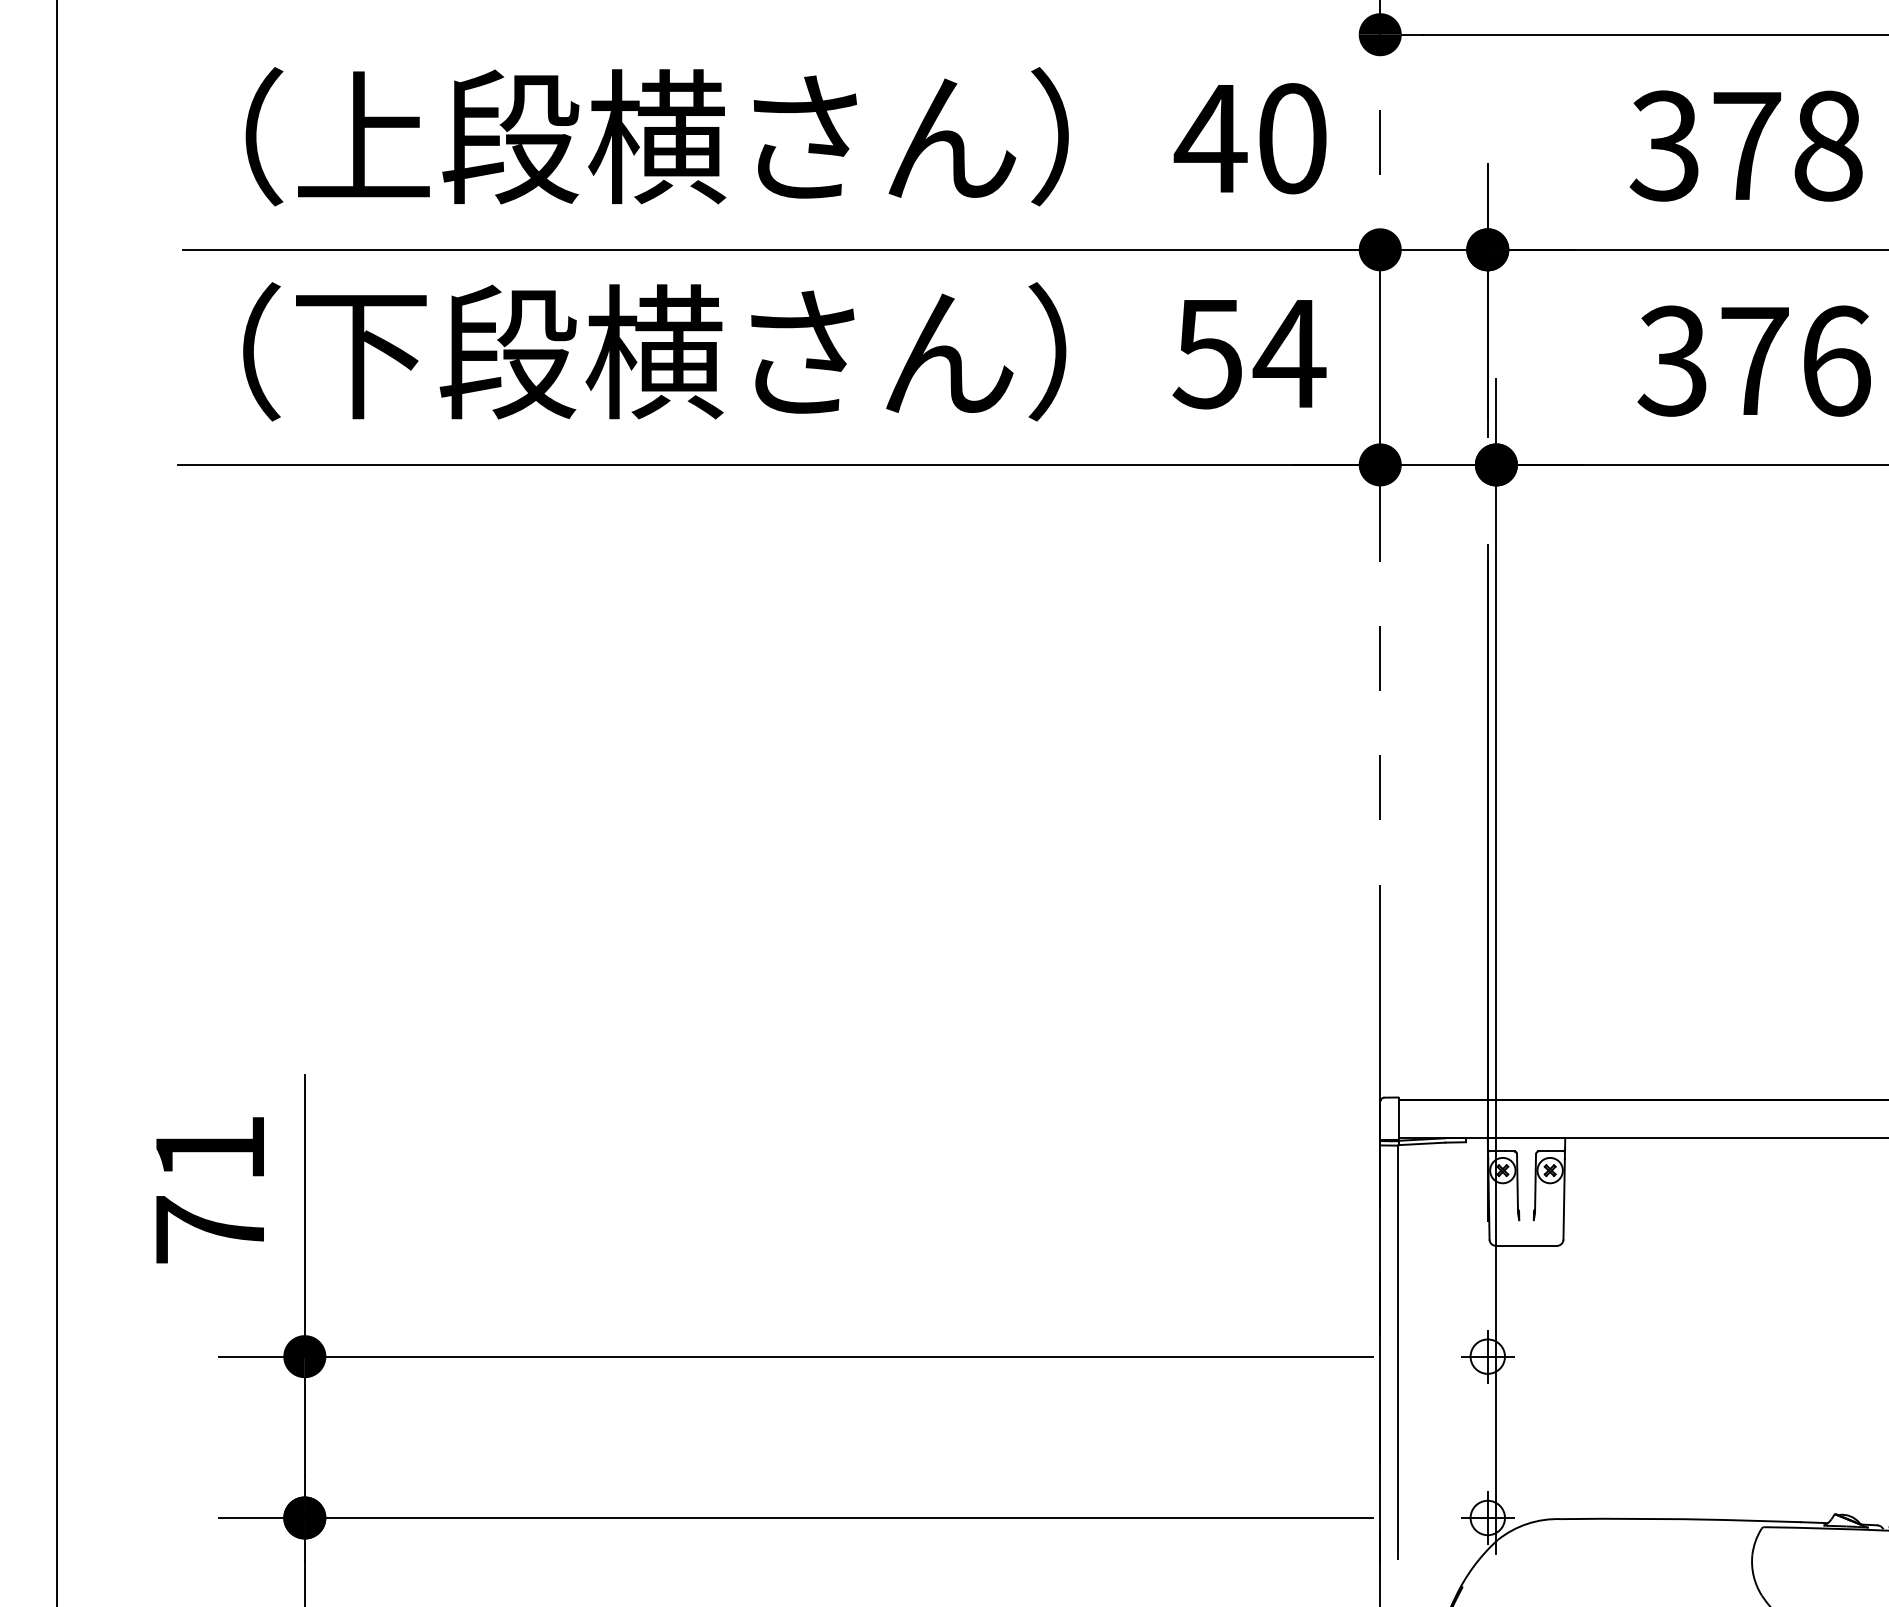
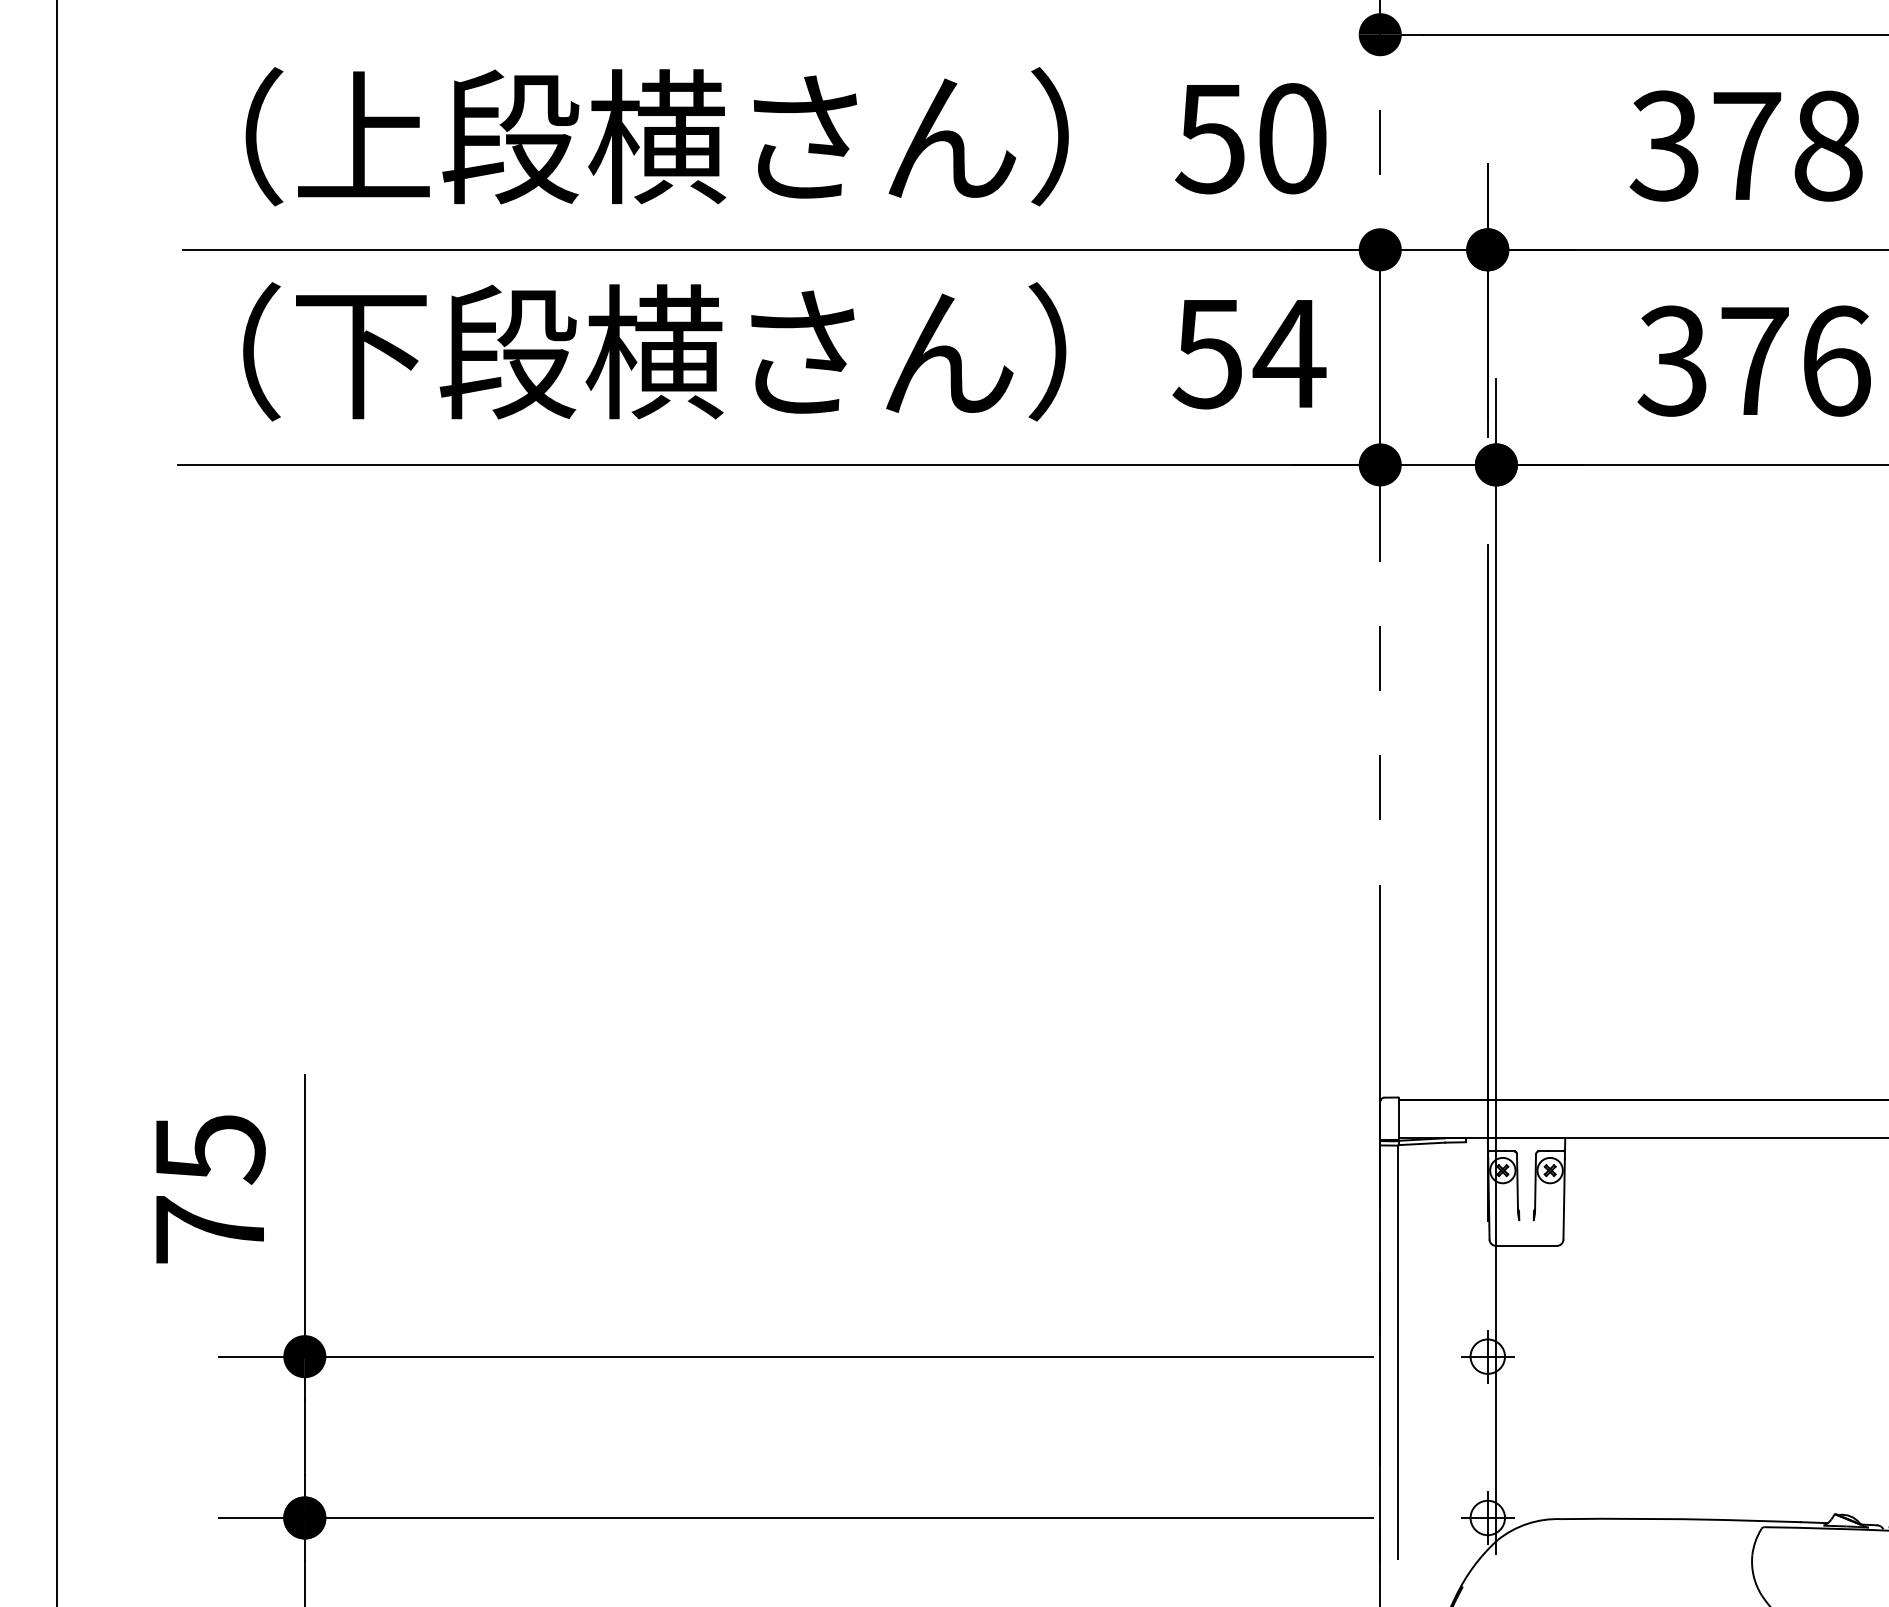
text at (1210, 139): 40 -> 50
text at (210, 1149): 71 -> 75
